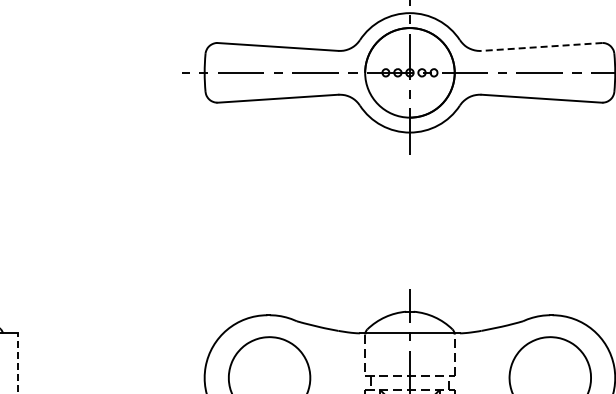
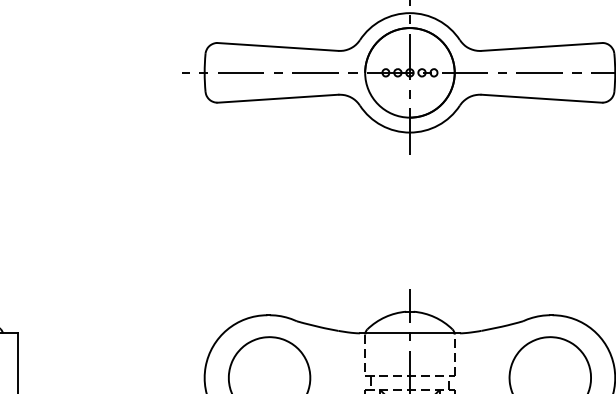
line at (541, 46): dashed -> solid
line at (18, 363): dashed -> solid
